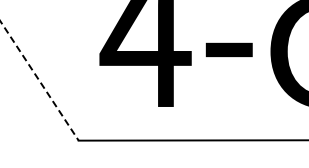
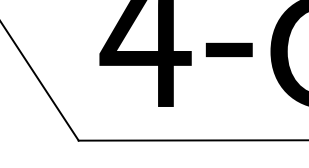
line at (39, 81): dashed -> solid
